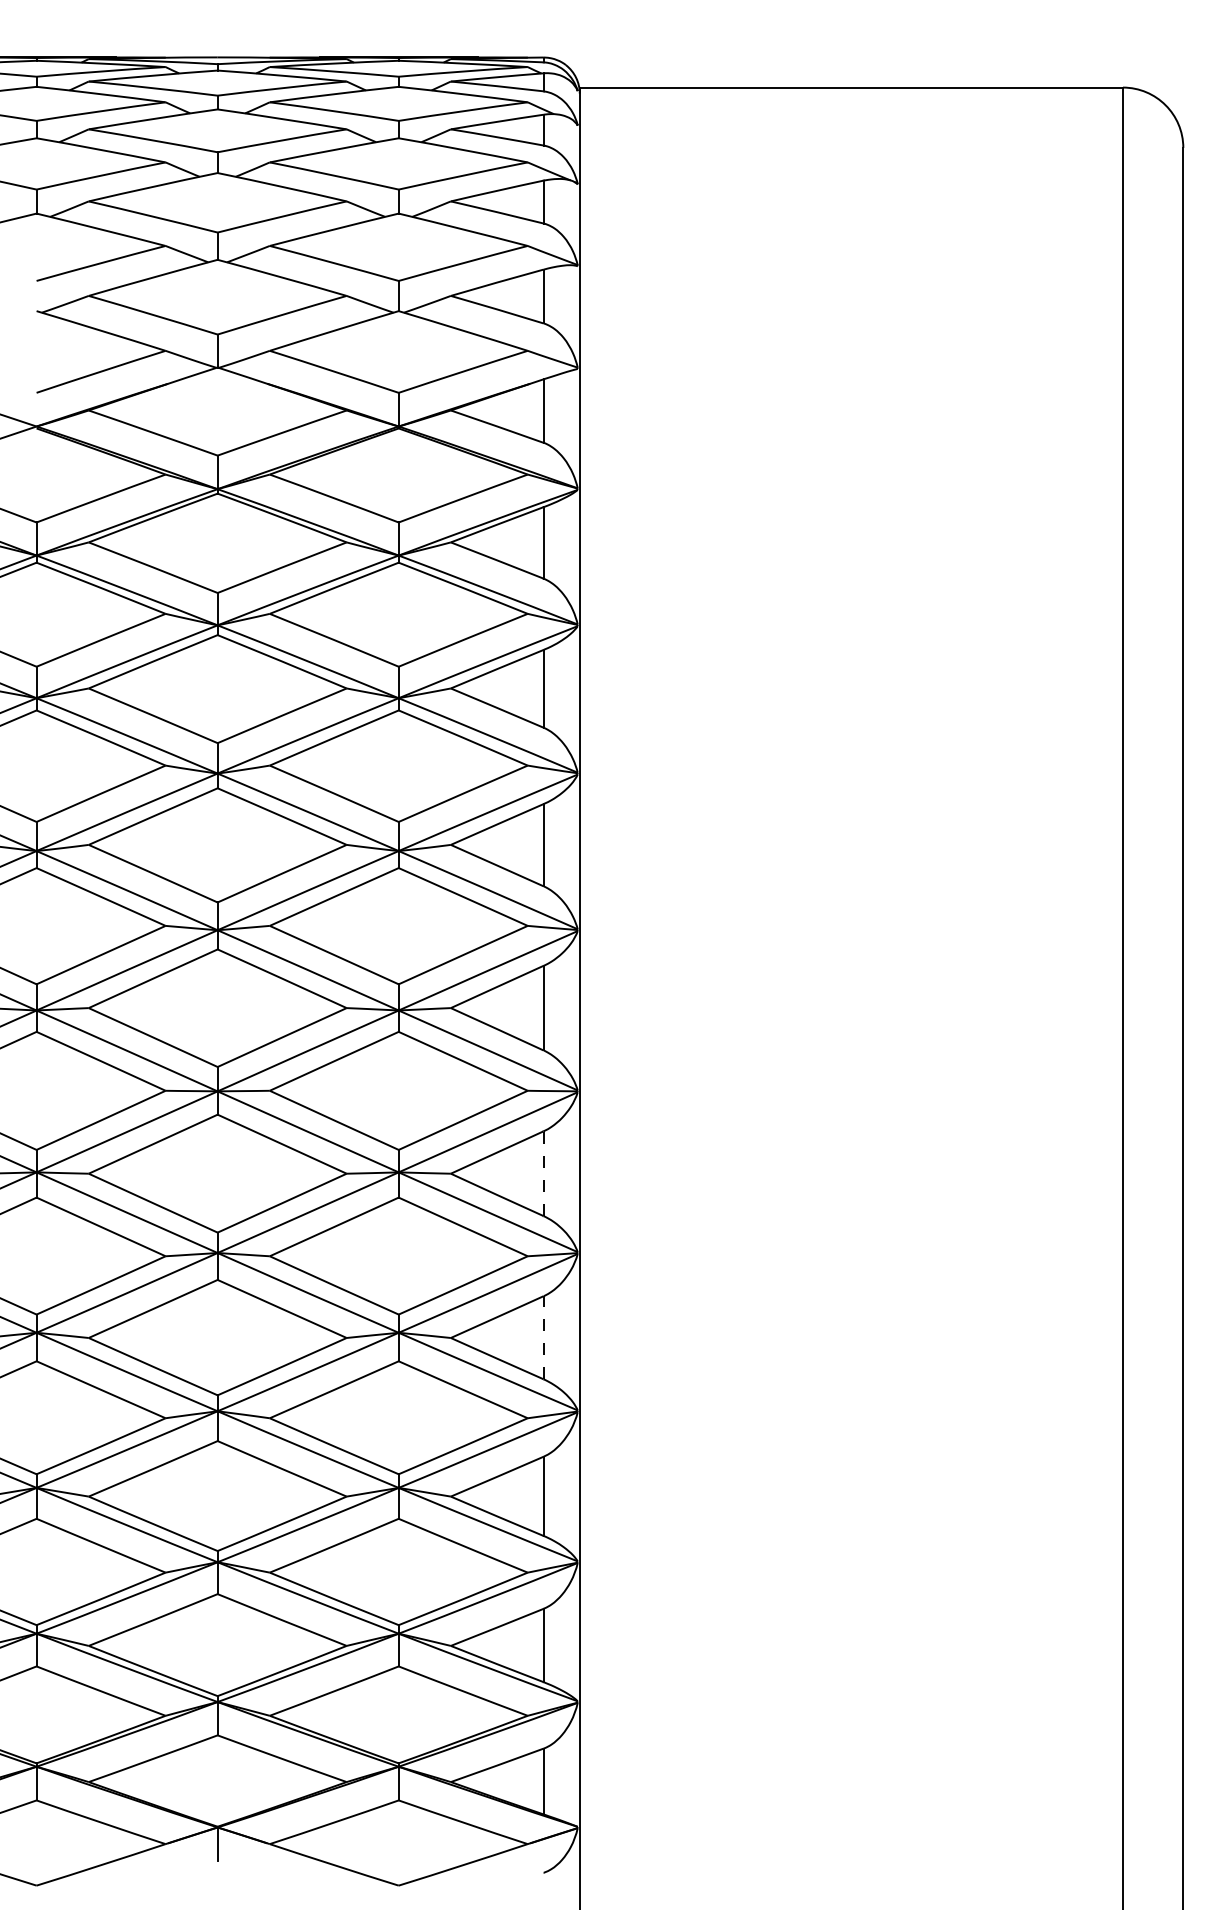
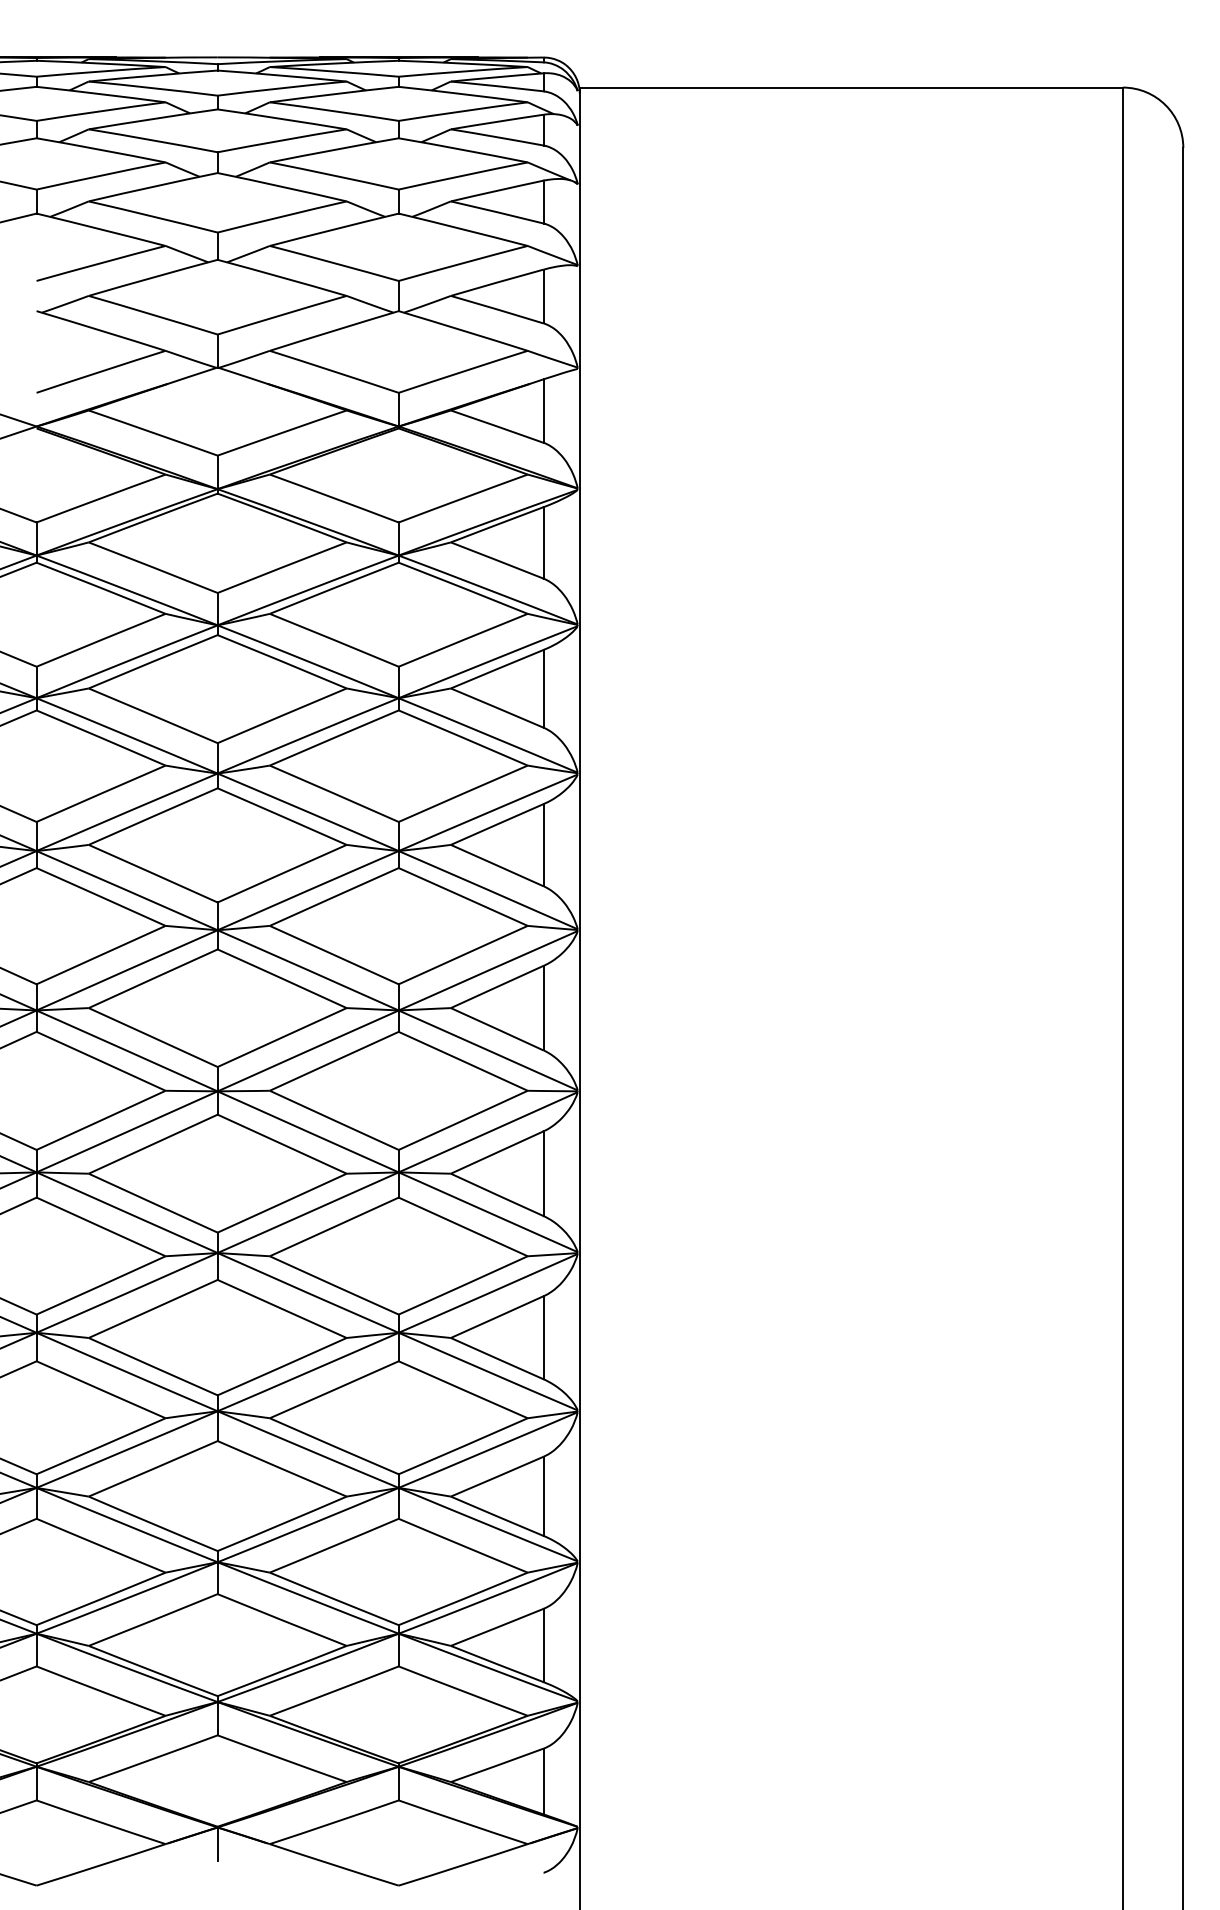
line at (543, 1173): dashed -> solid
line at (543, 1337): dashed -> solid
